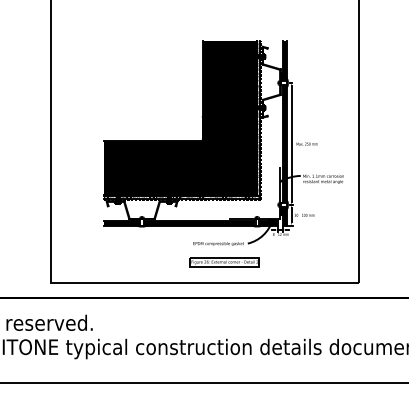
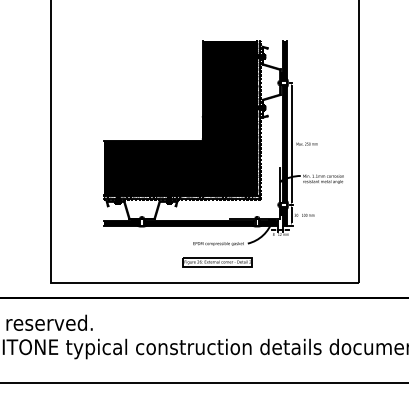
part at (224, 262) position: (224, 262) -> (217, 262)
